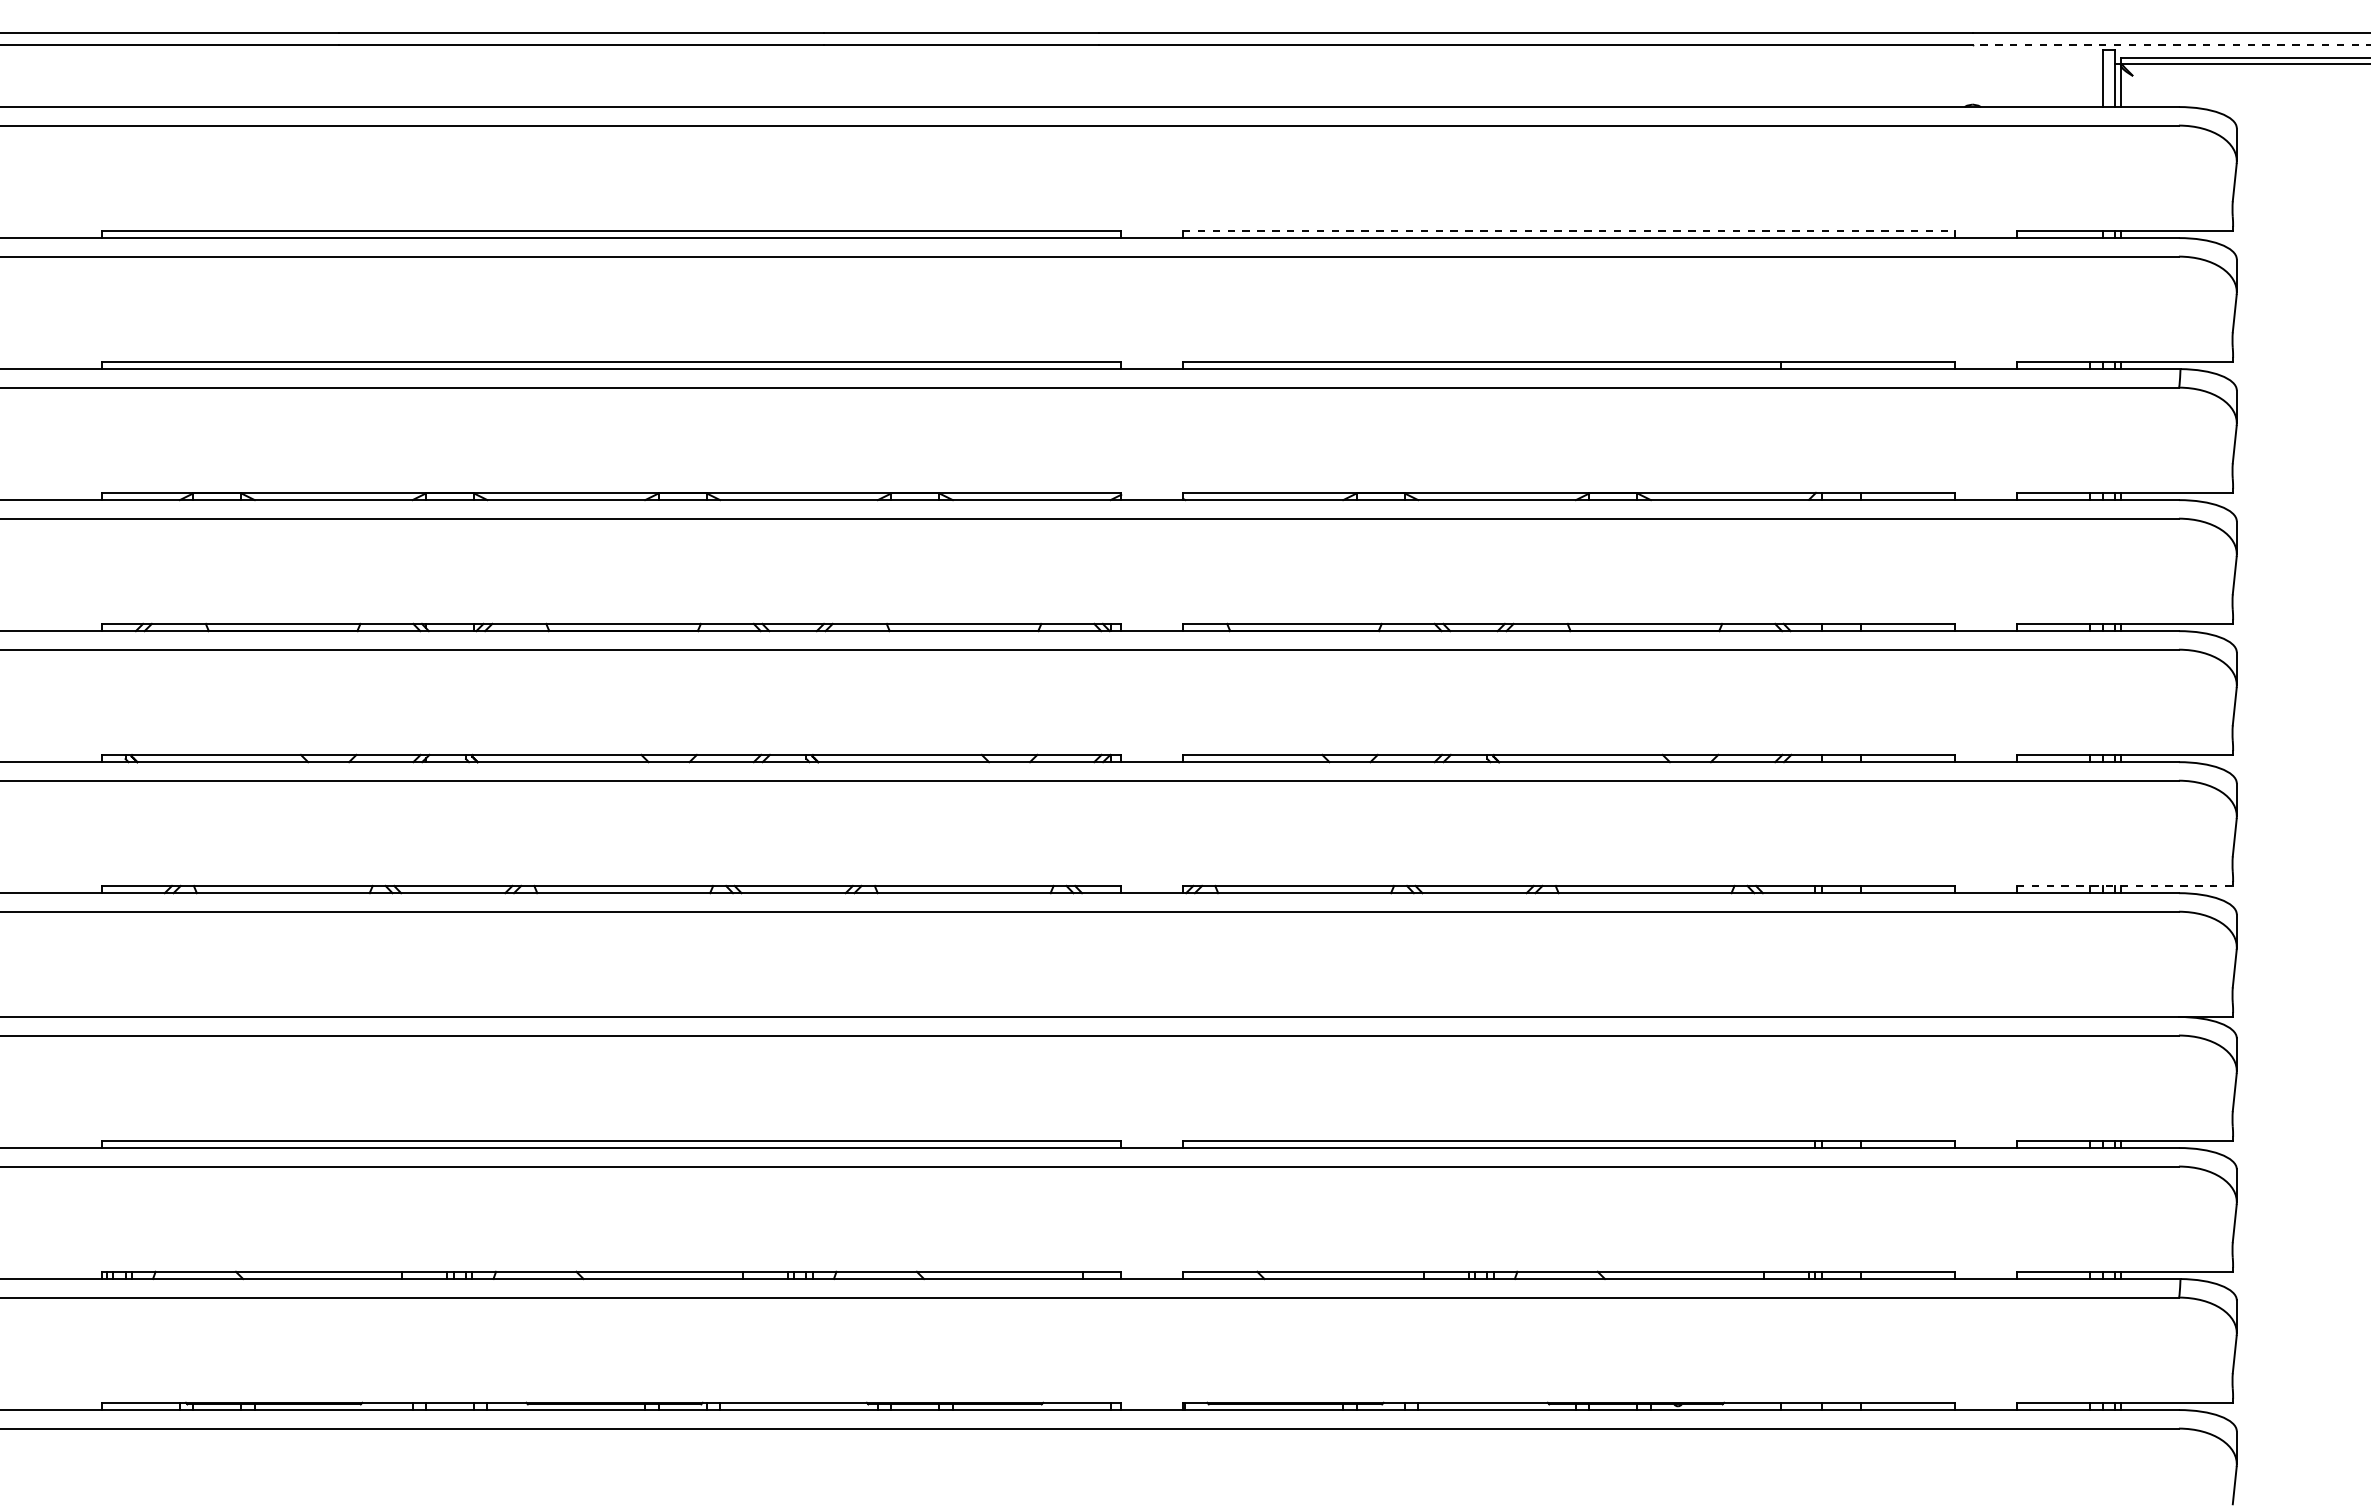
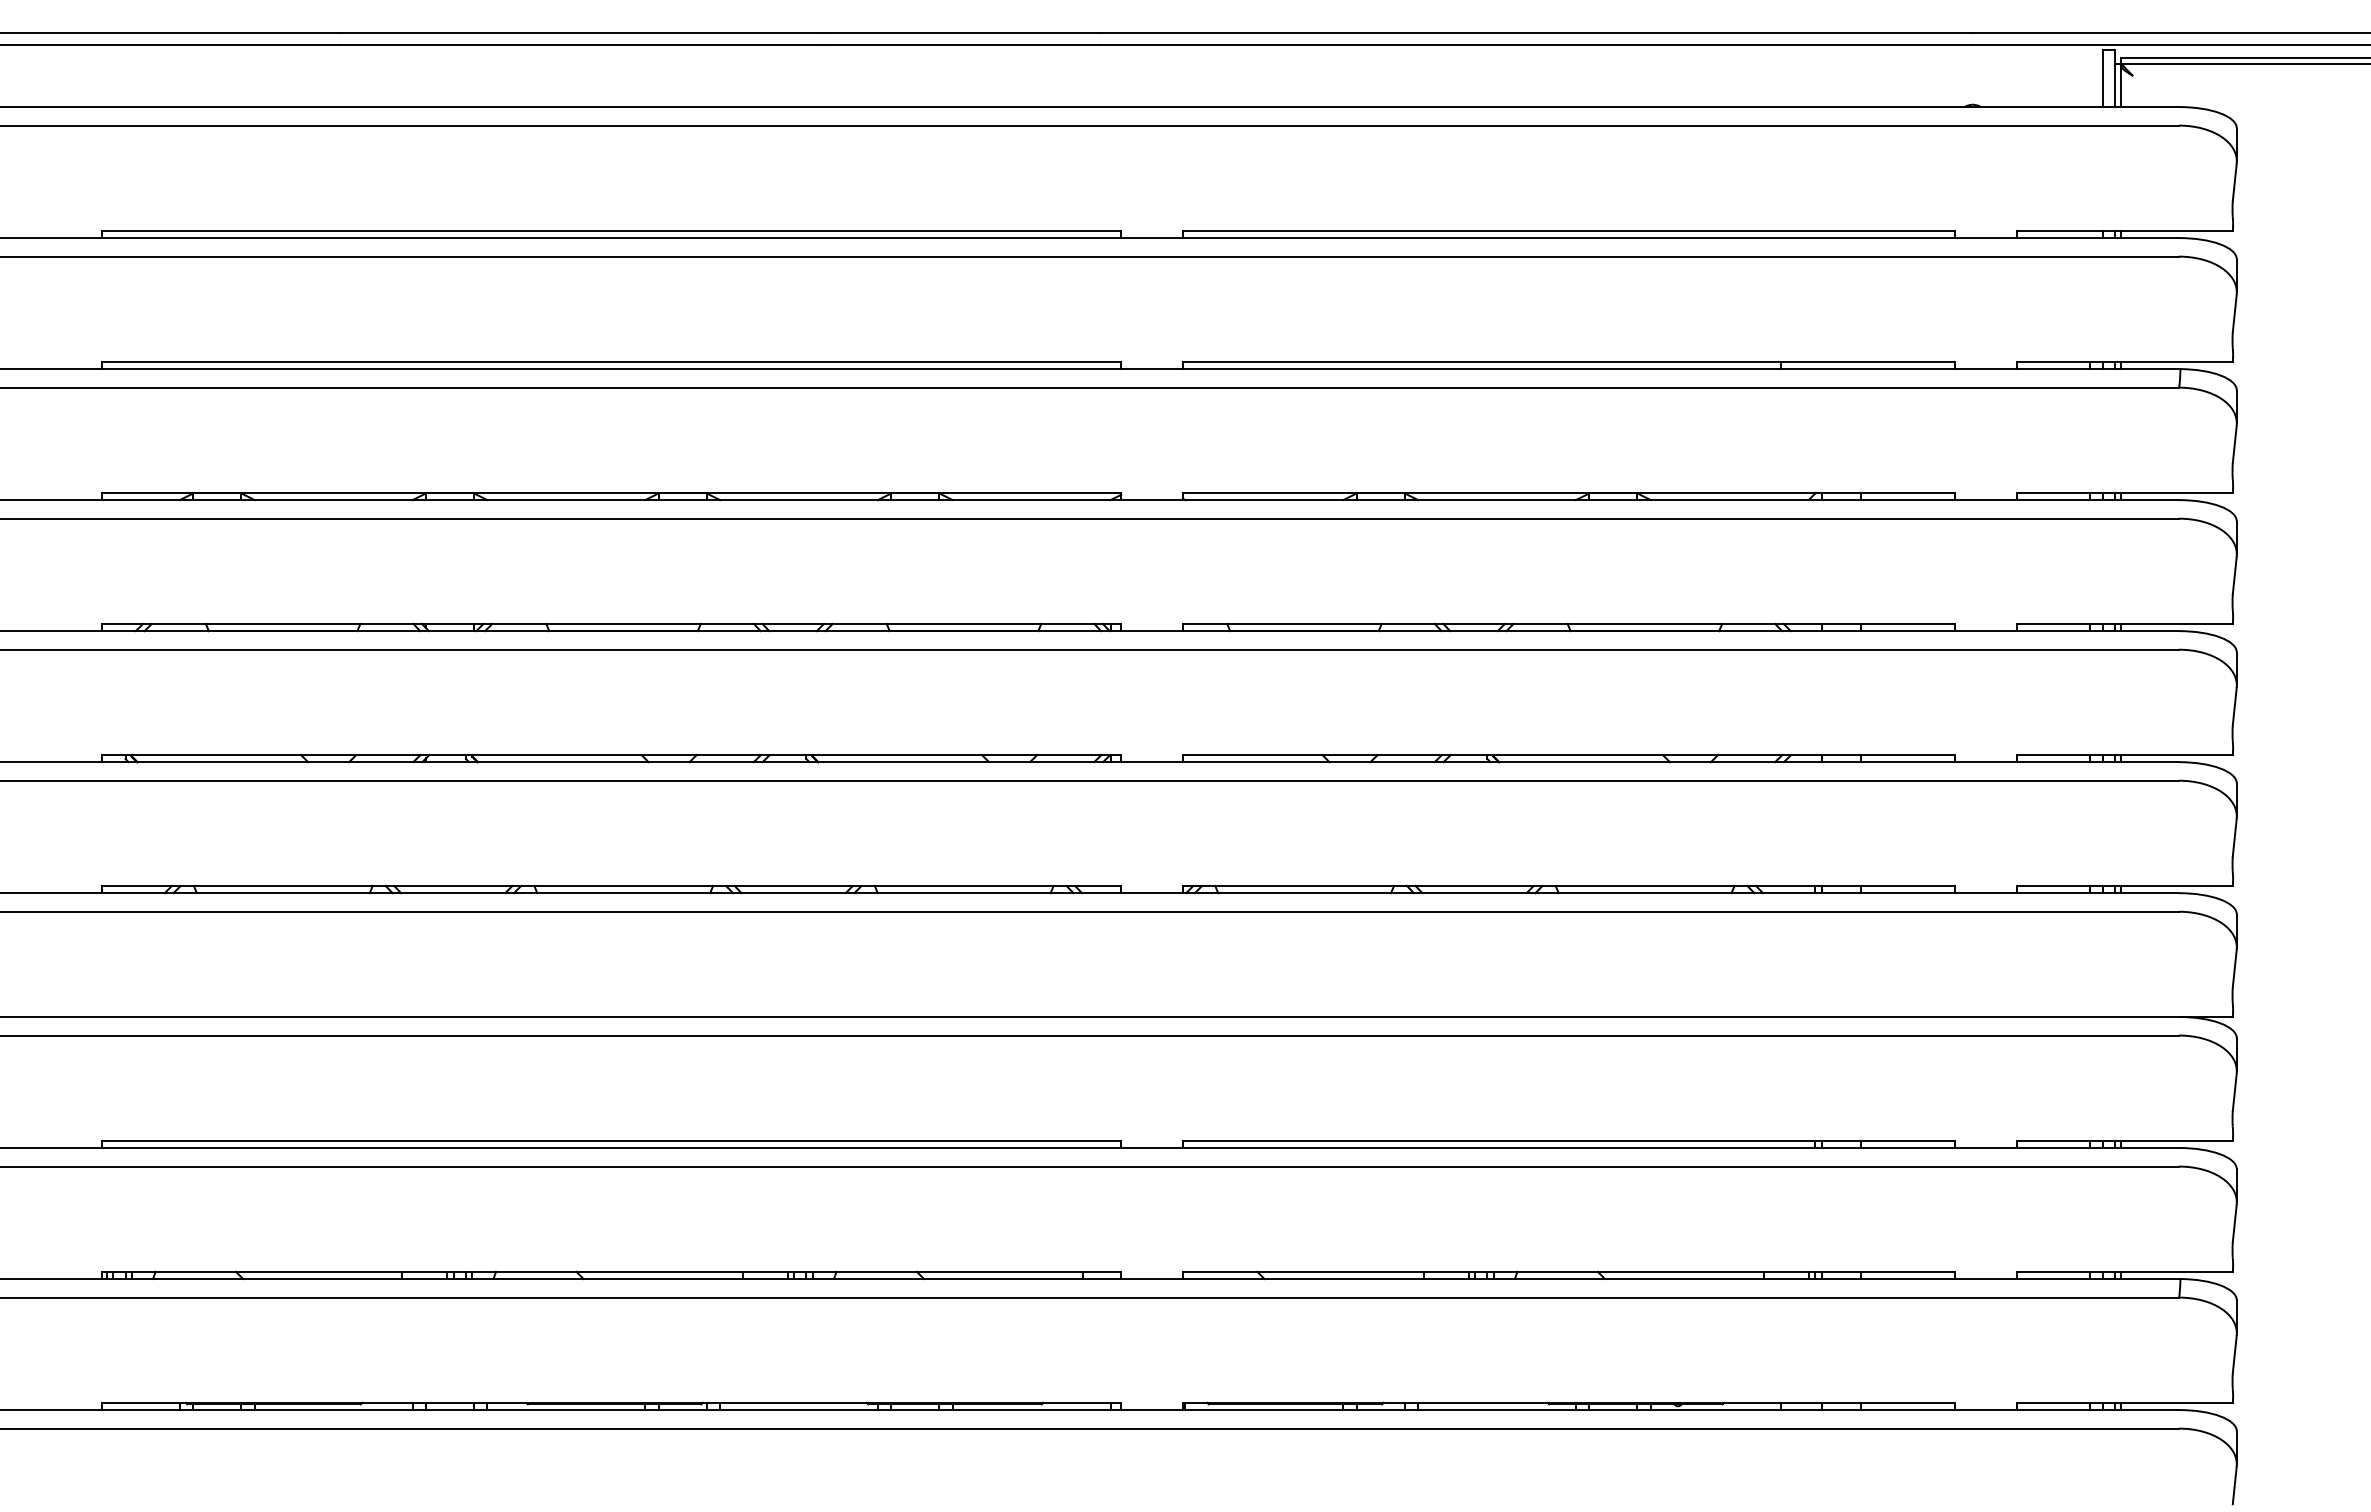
line at (2171, 45): dashed -> solid
line at (1569, 230): dashed -> solid
line at (2125, 885): dashed -> solid
